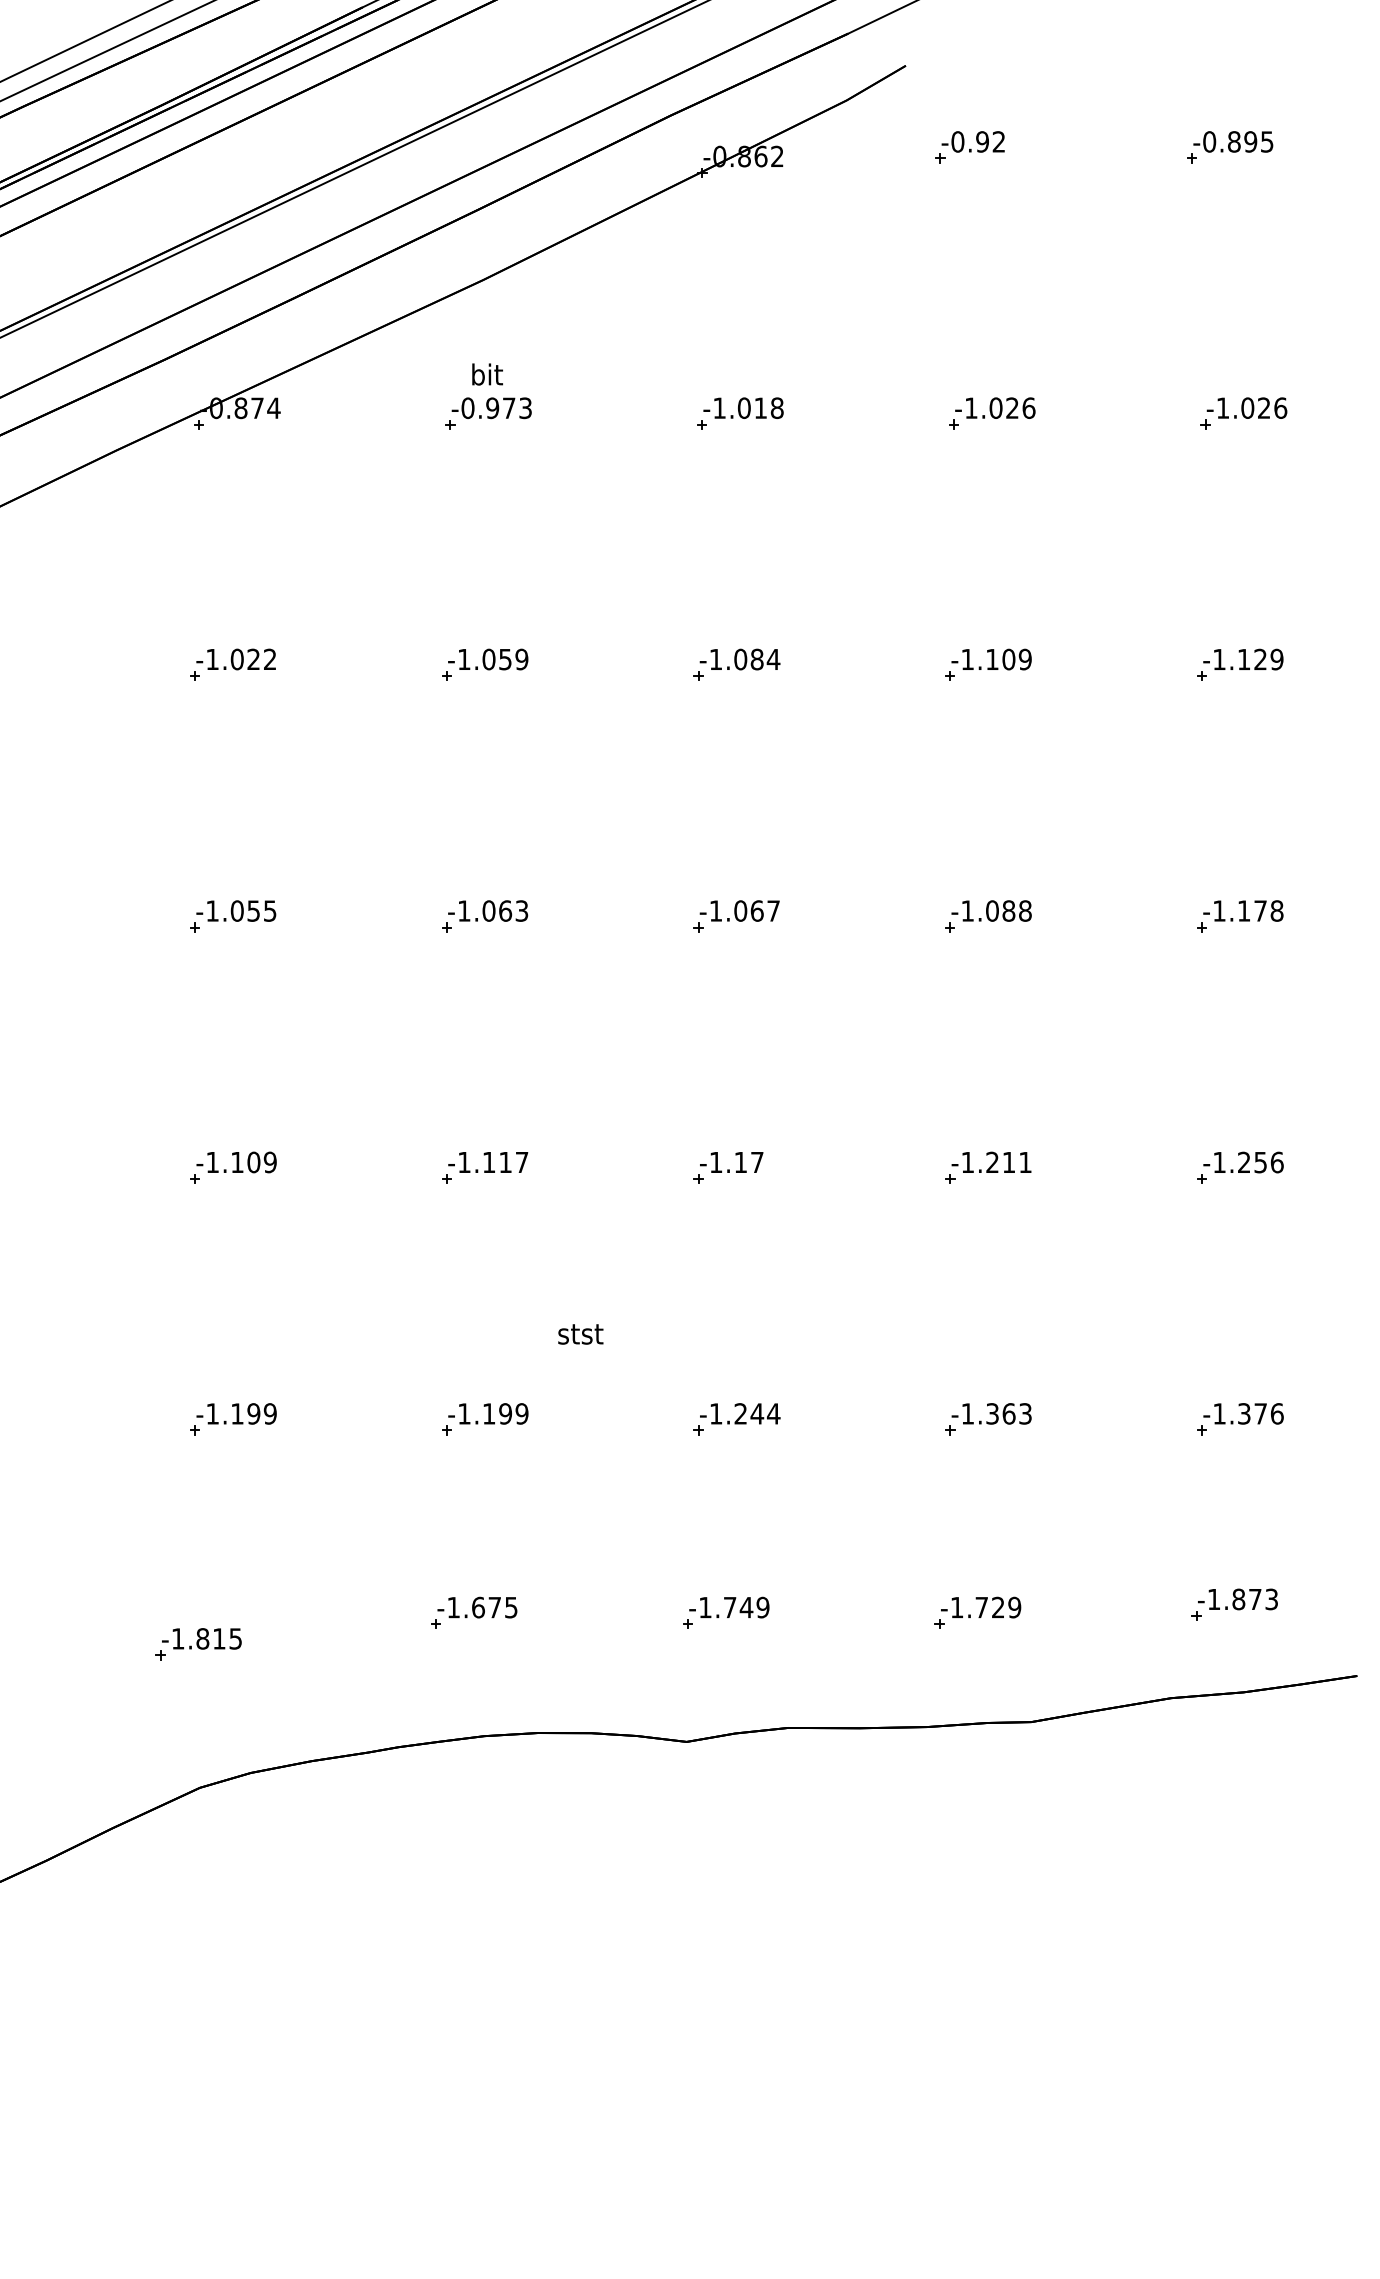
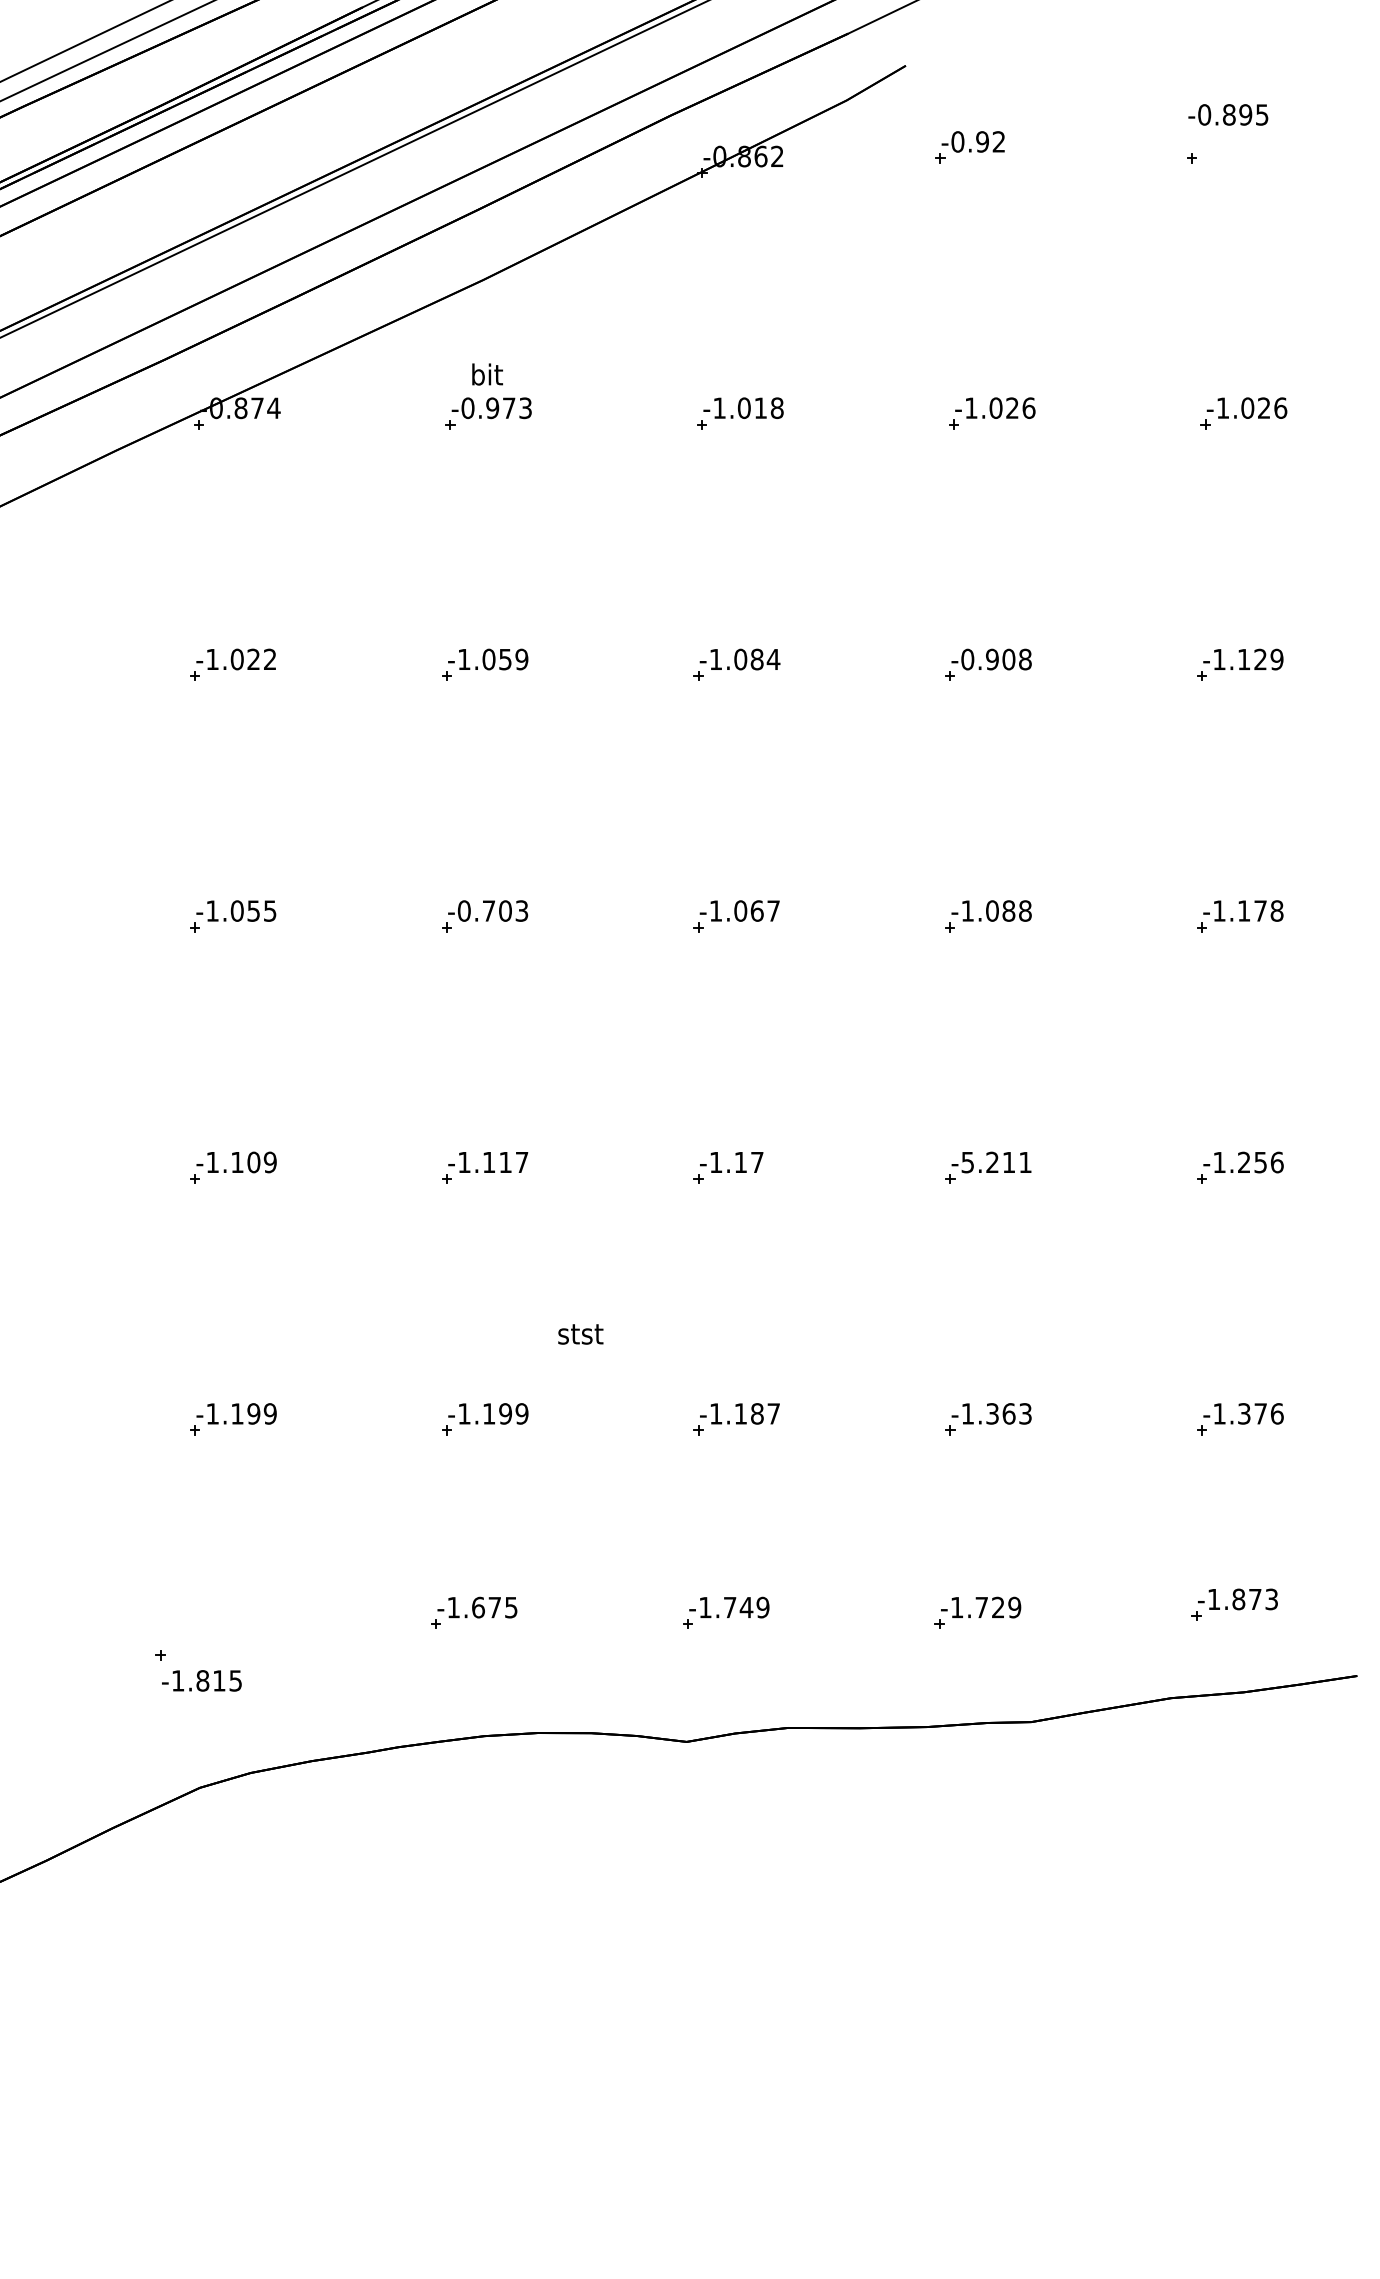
text at (1233, 141) position: (1233, 141) -> (1228, 114)
text at (996, 659): -1.109 -> -0.908
text at (484, 910): -1.063 -> -0.703
text at (967, 1162): -1.211 -> -5.211
text at (757, 1413): -1.244 -> -1.187
text at (201, 1638) position: (201, 1638) -> (201, 1680)
